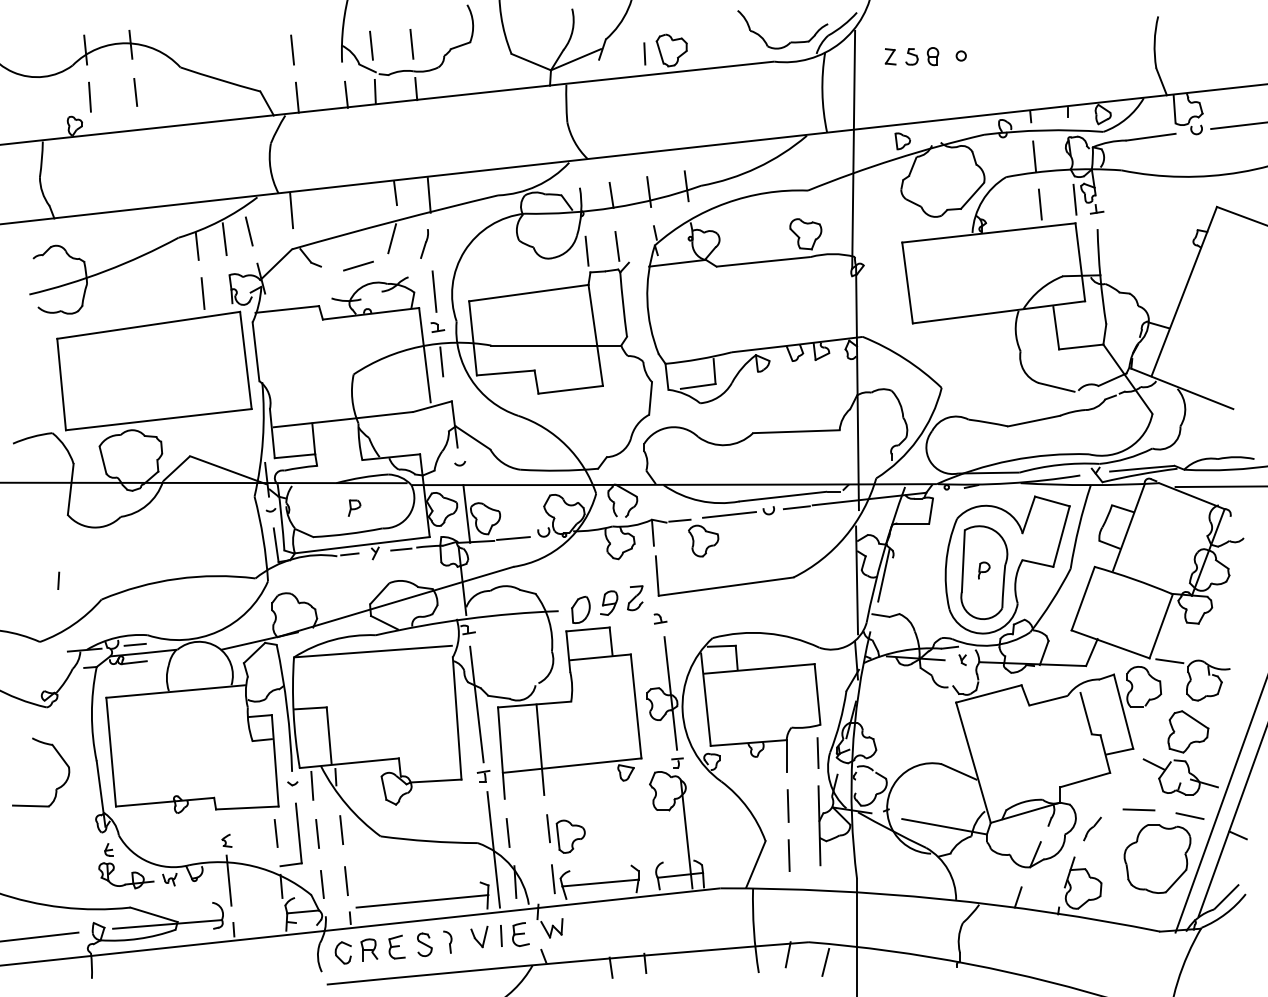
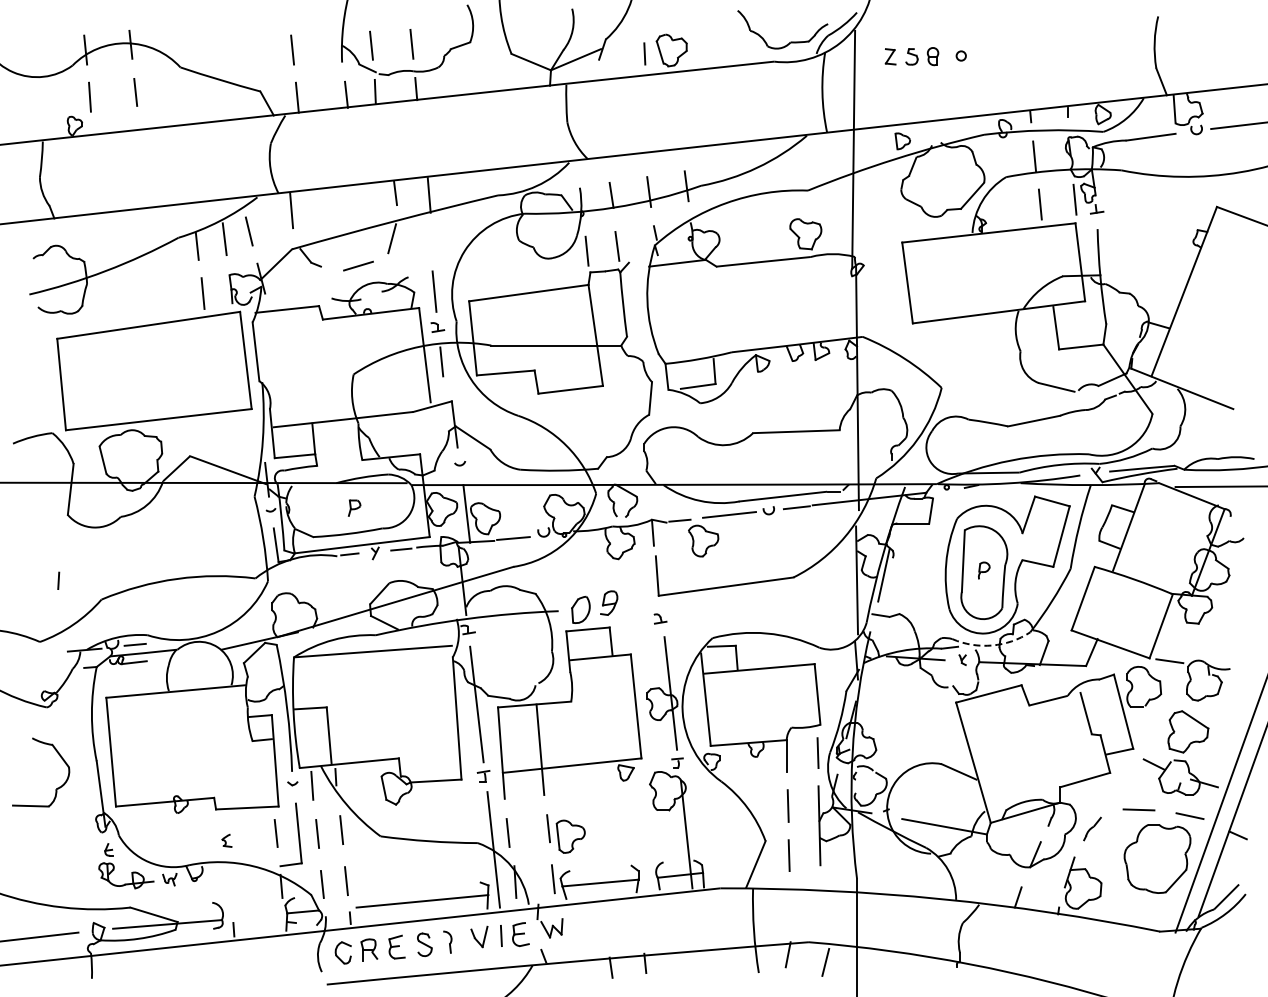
part at (424, 243): present -> none
part at (635, 598): present -> none
arc at (992, 645): solid -> dashed
line at (228, 880): present -> none
